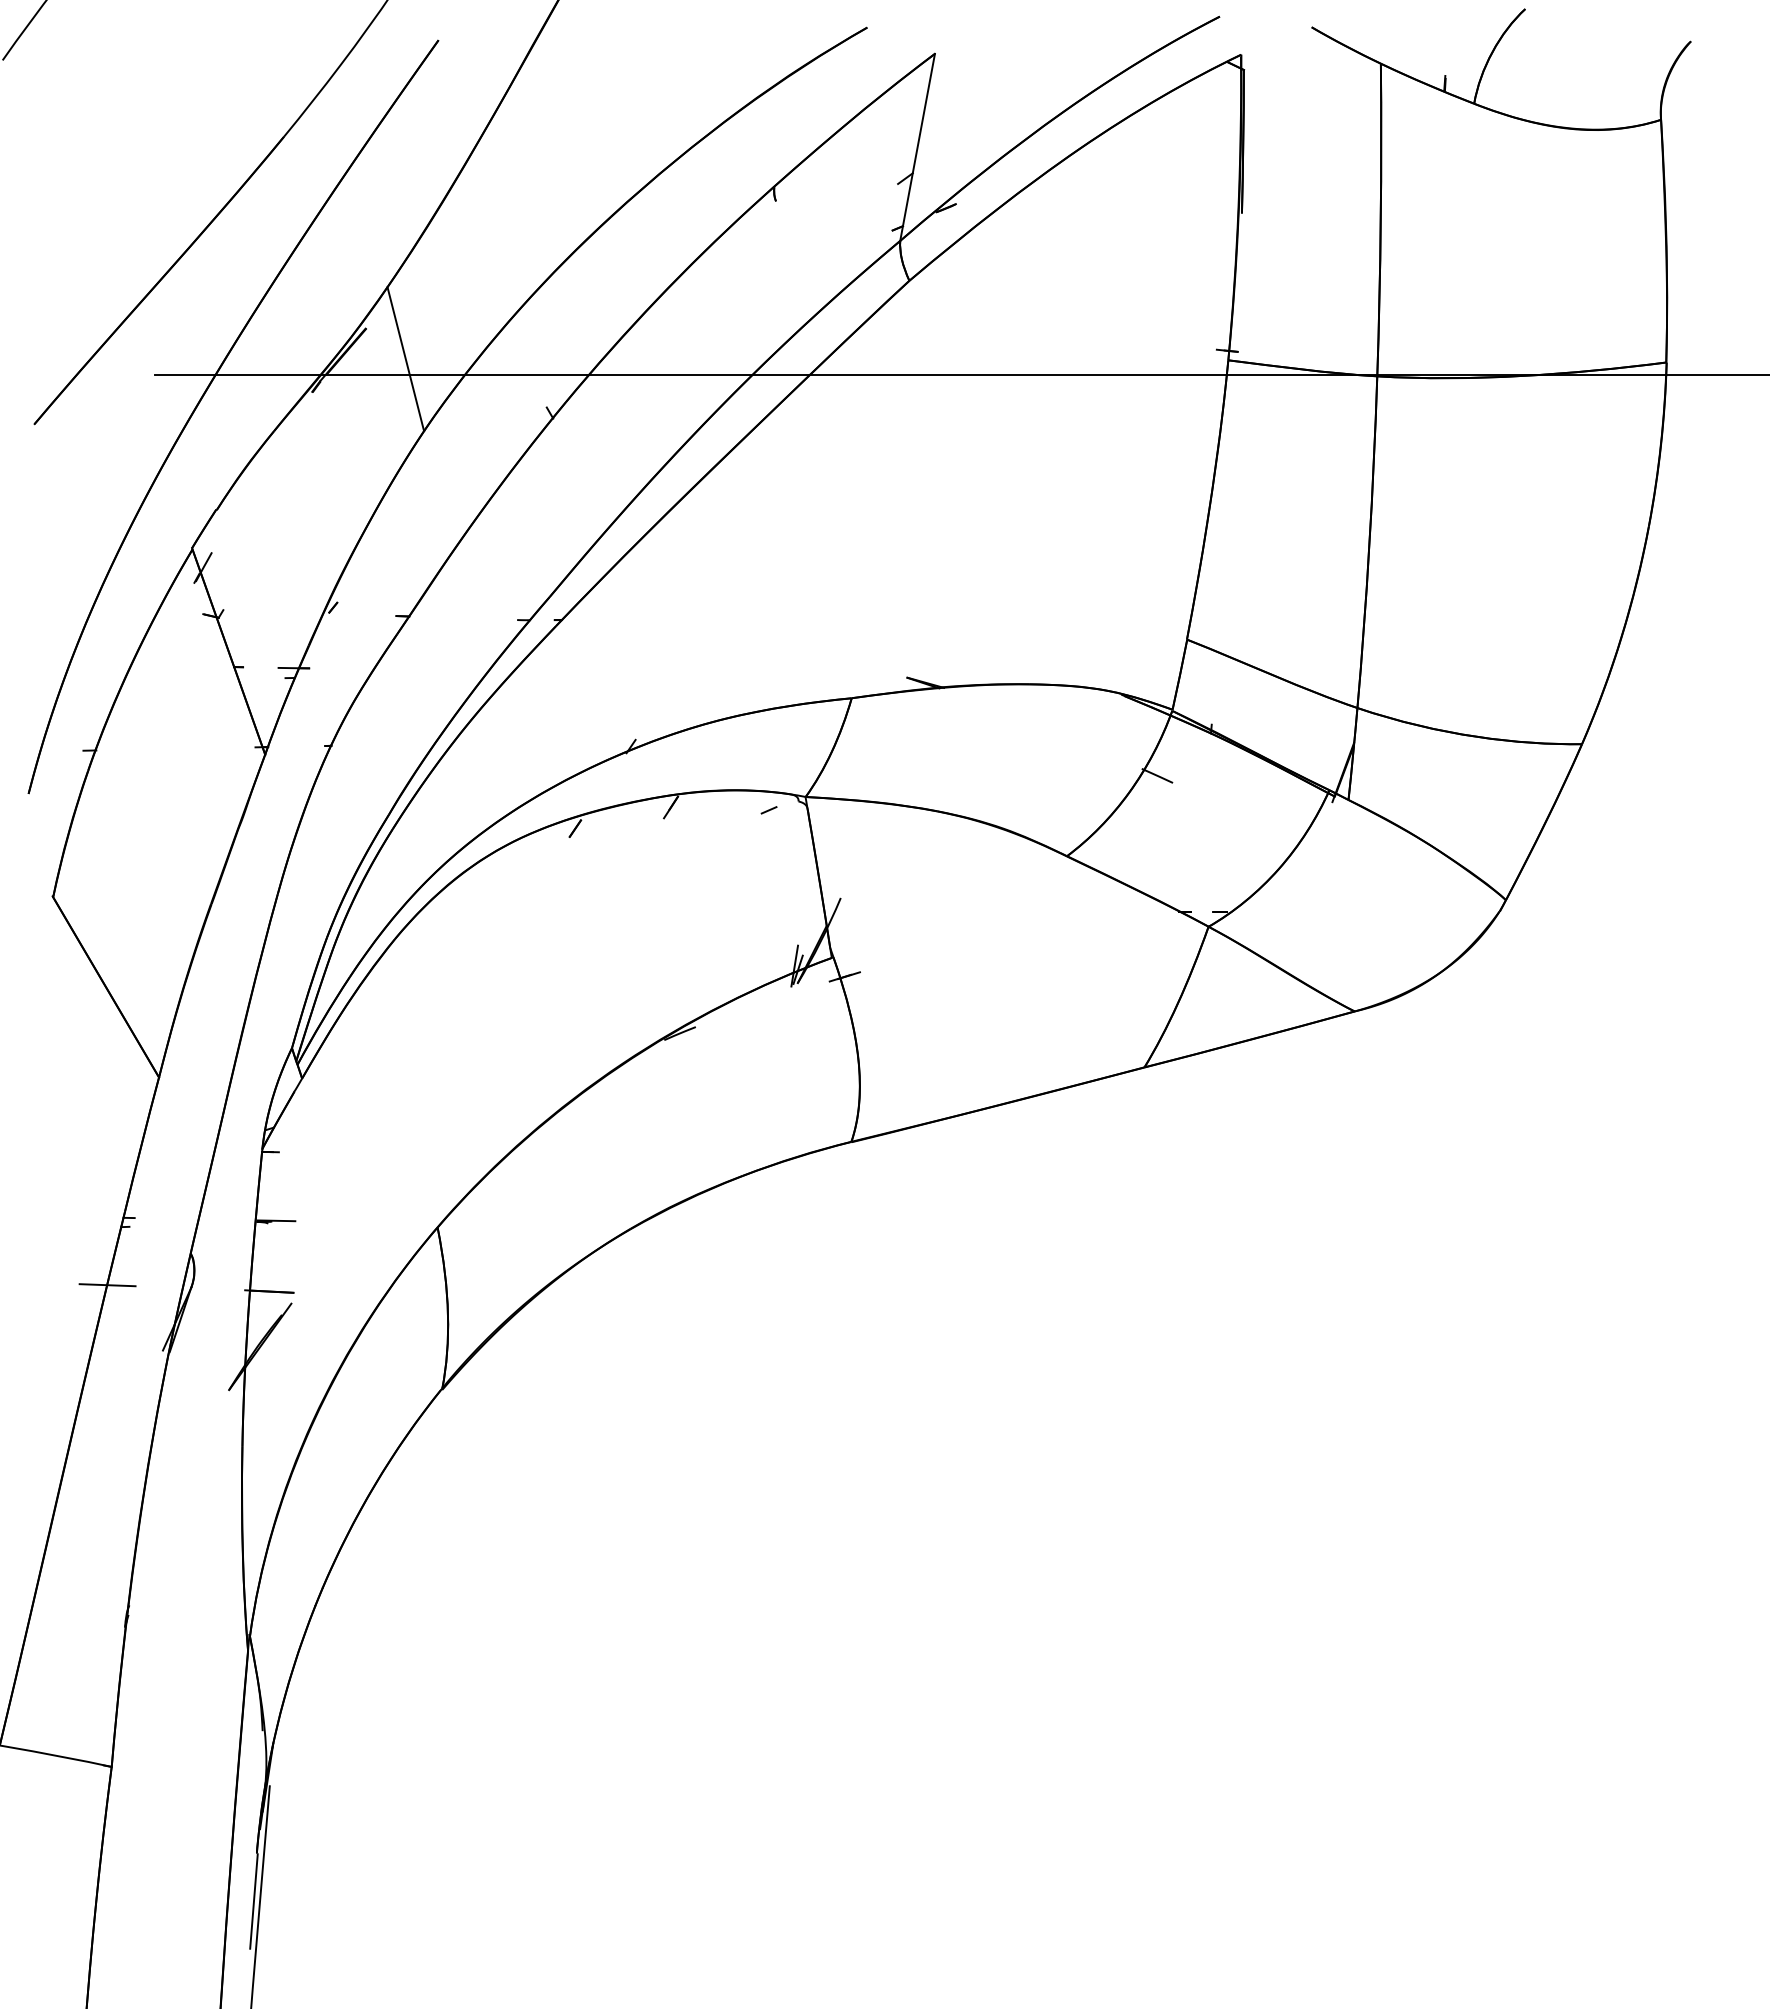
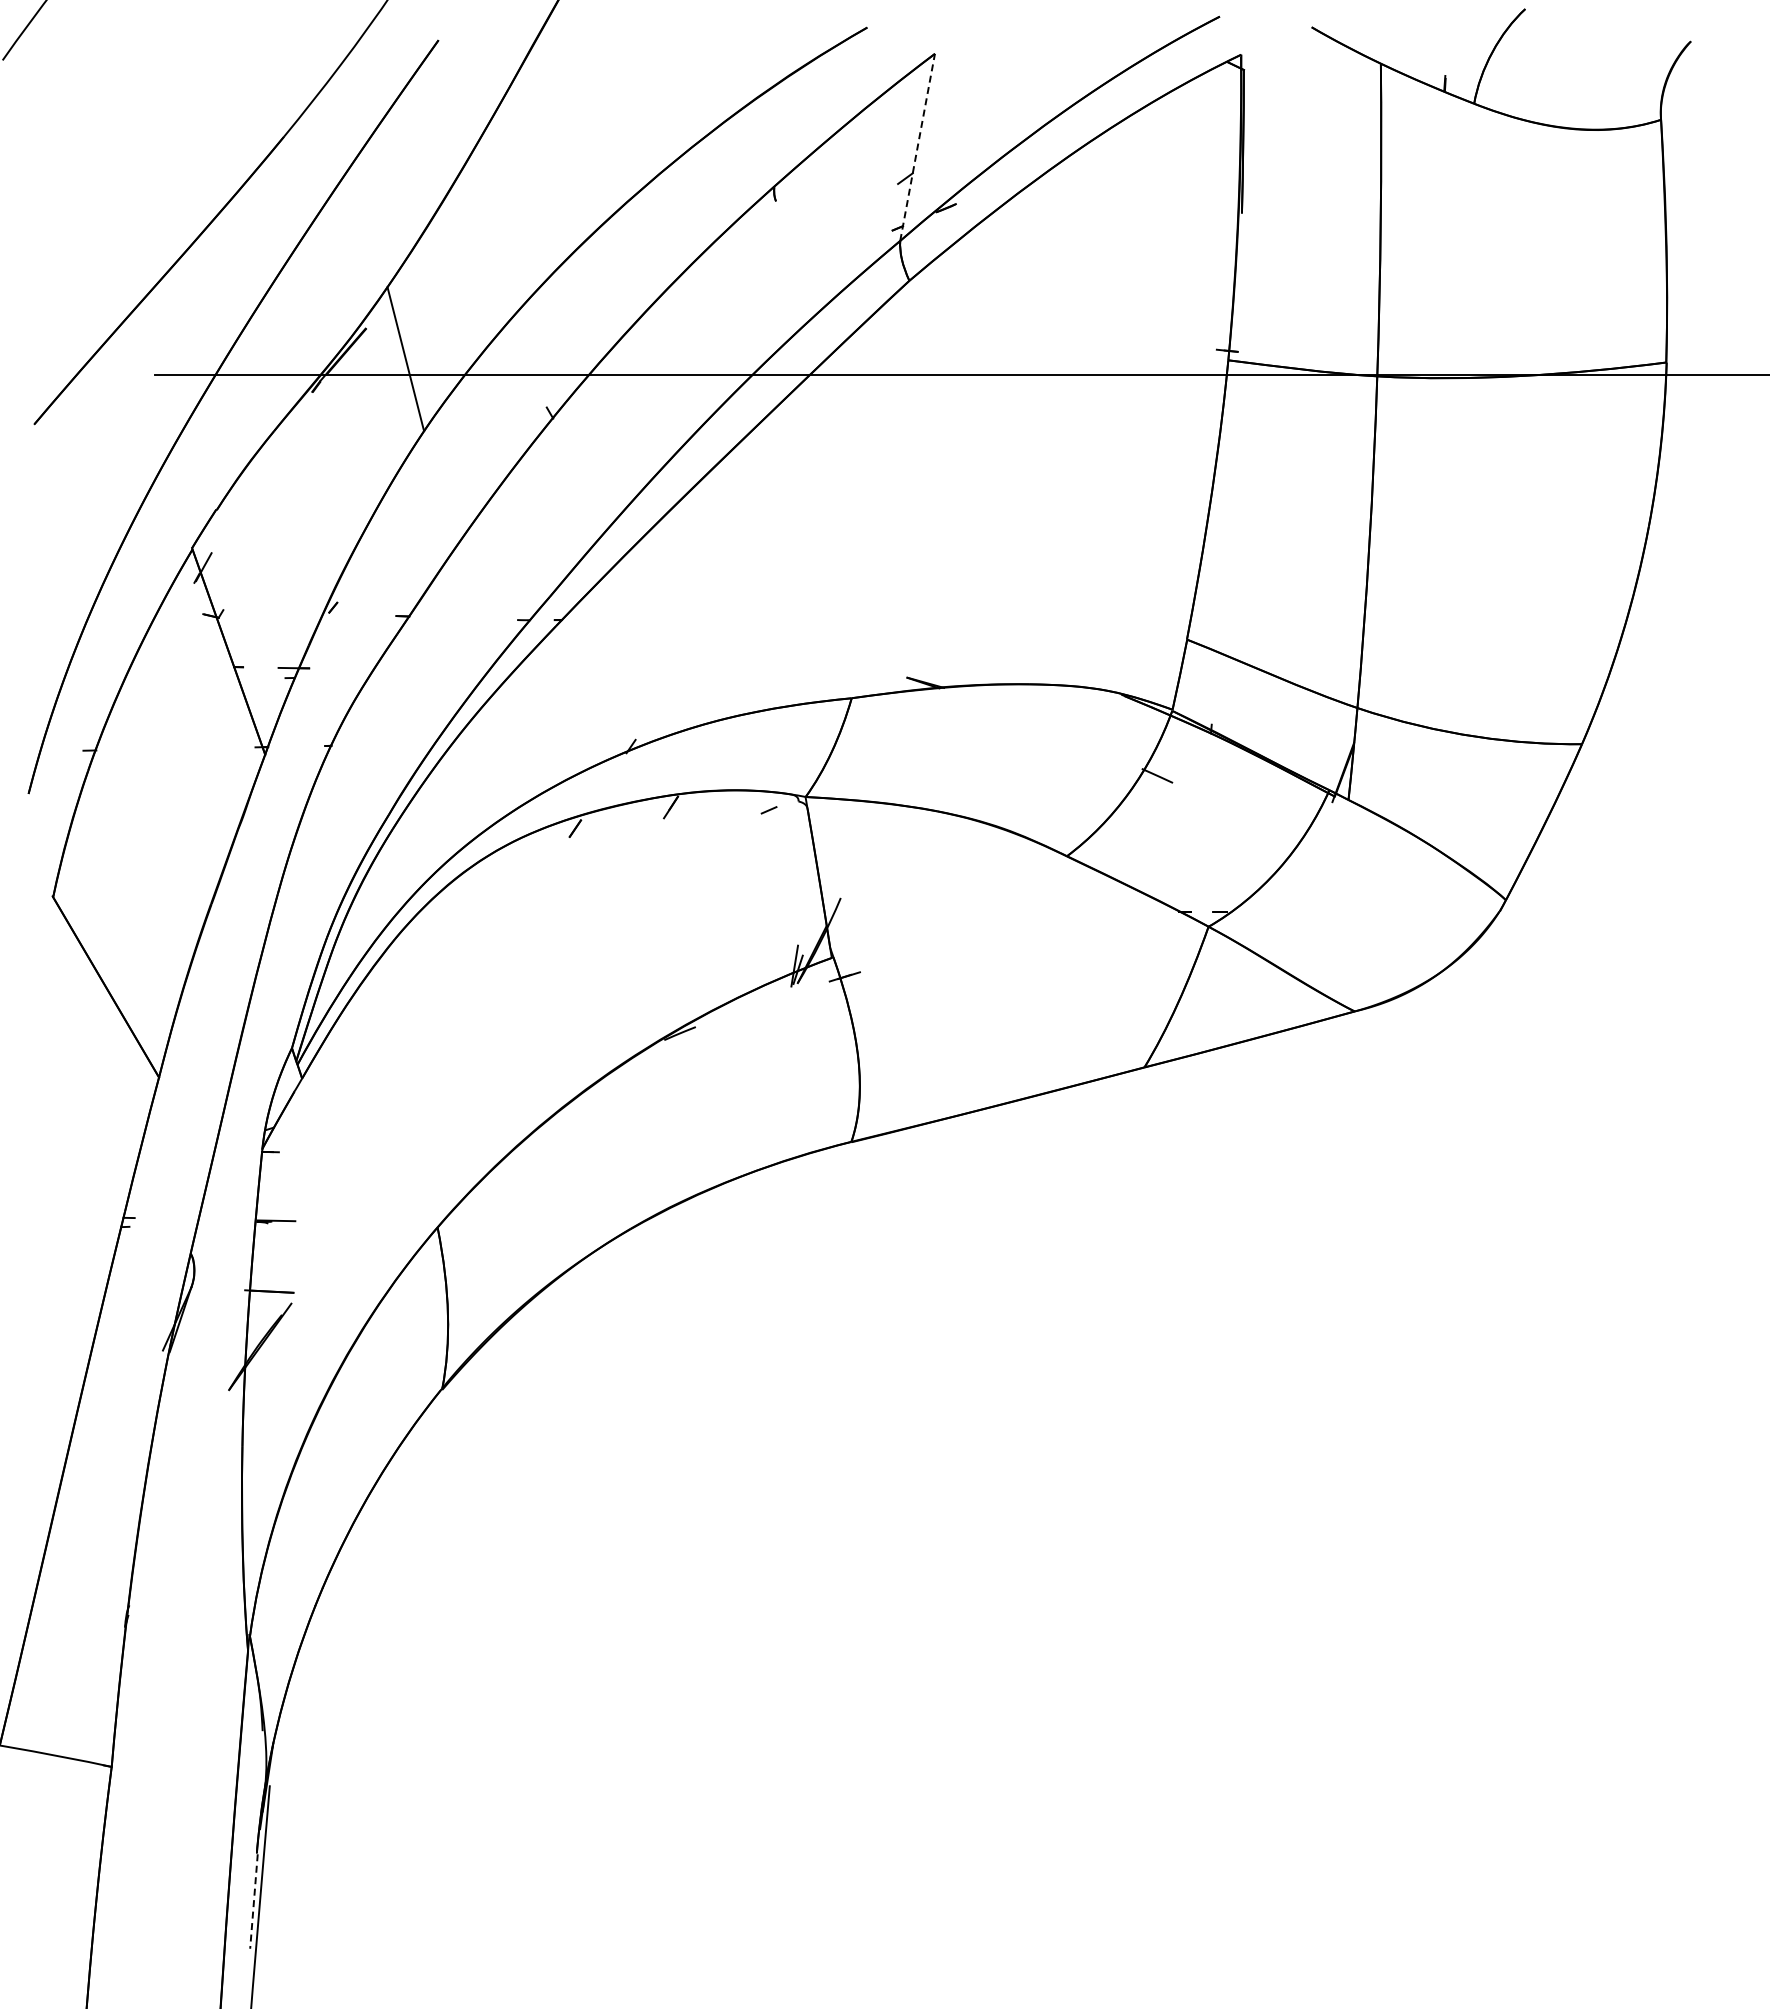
line at (917, 146): solid -> dashed
line at (107, 1285): present -> none
line at (253, 1902): solid -> dashed
